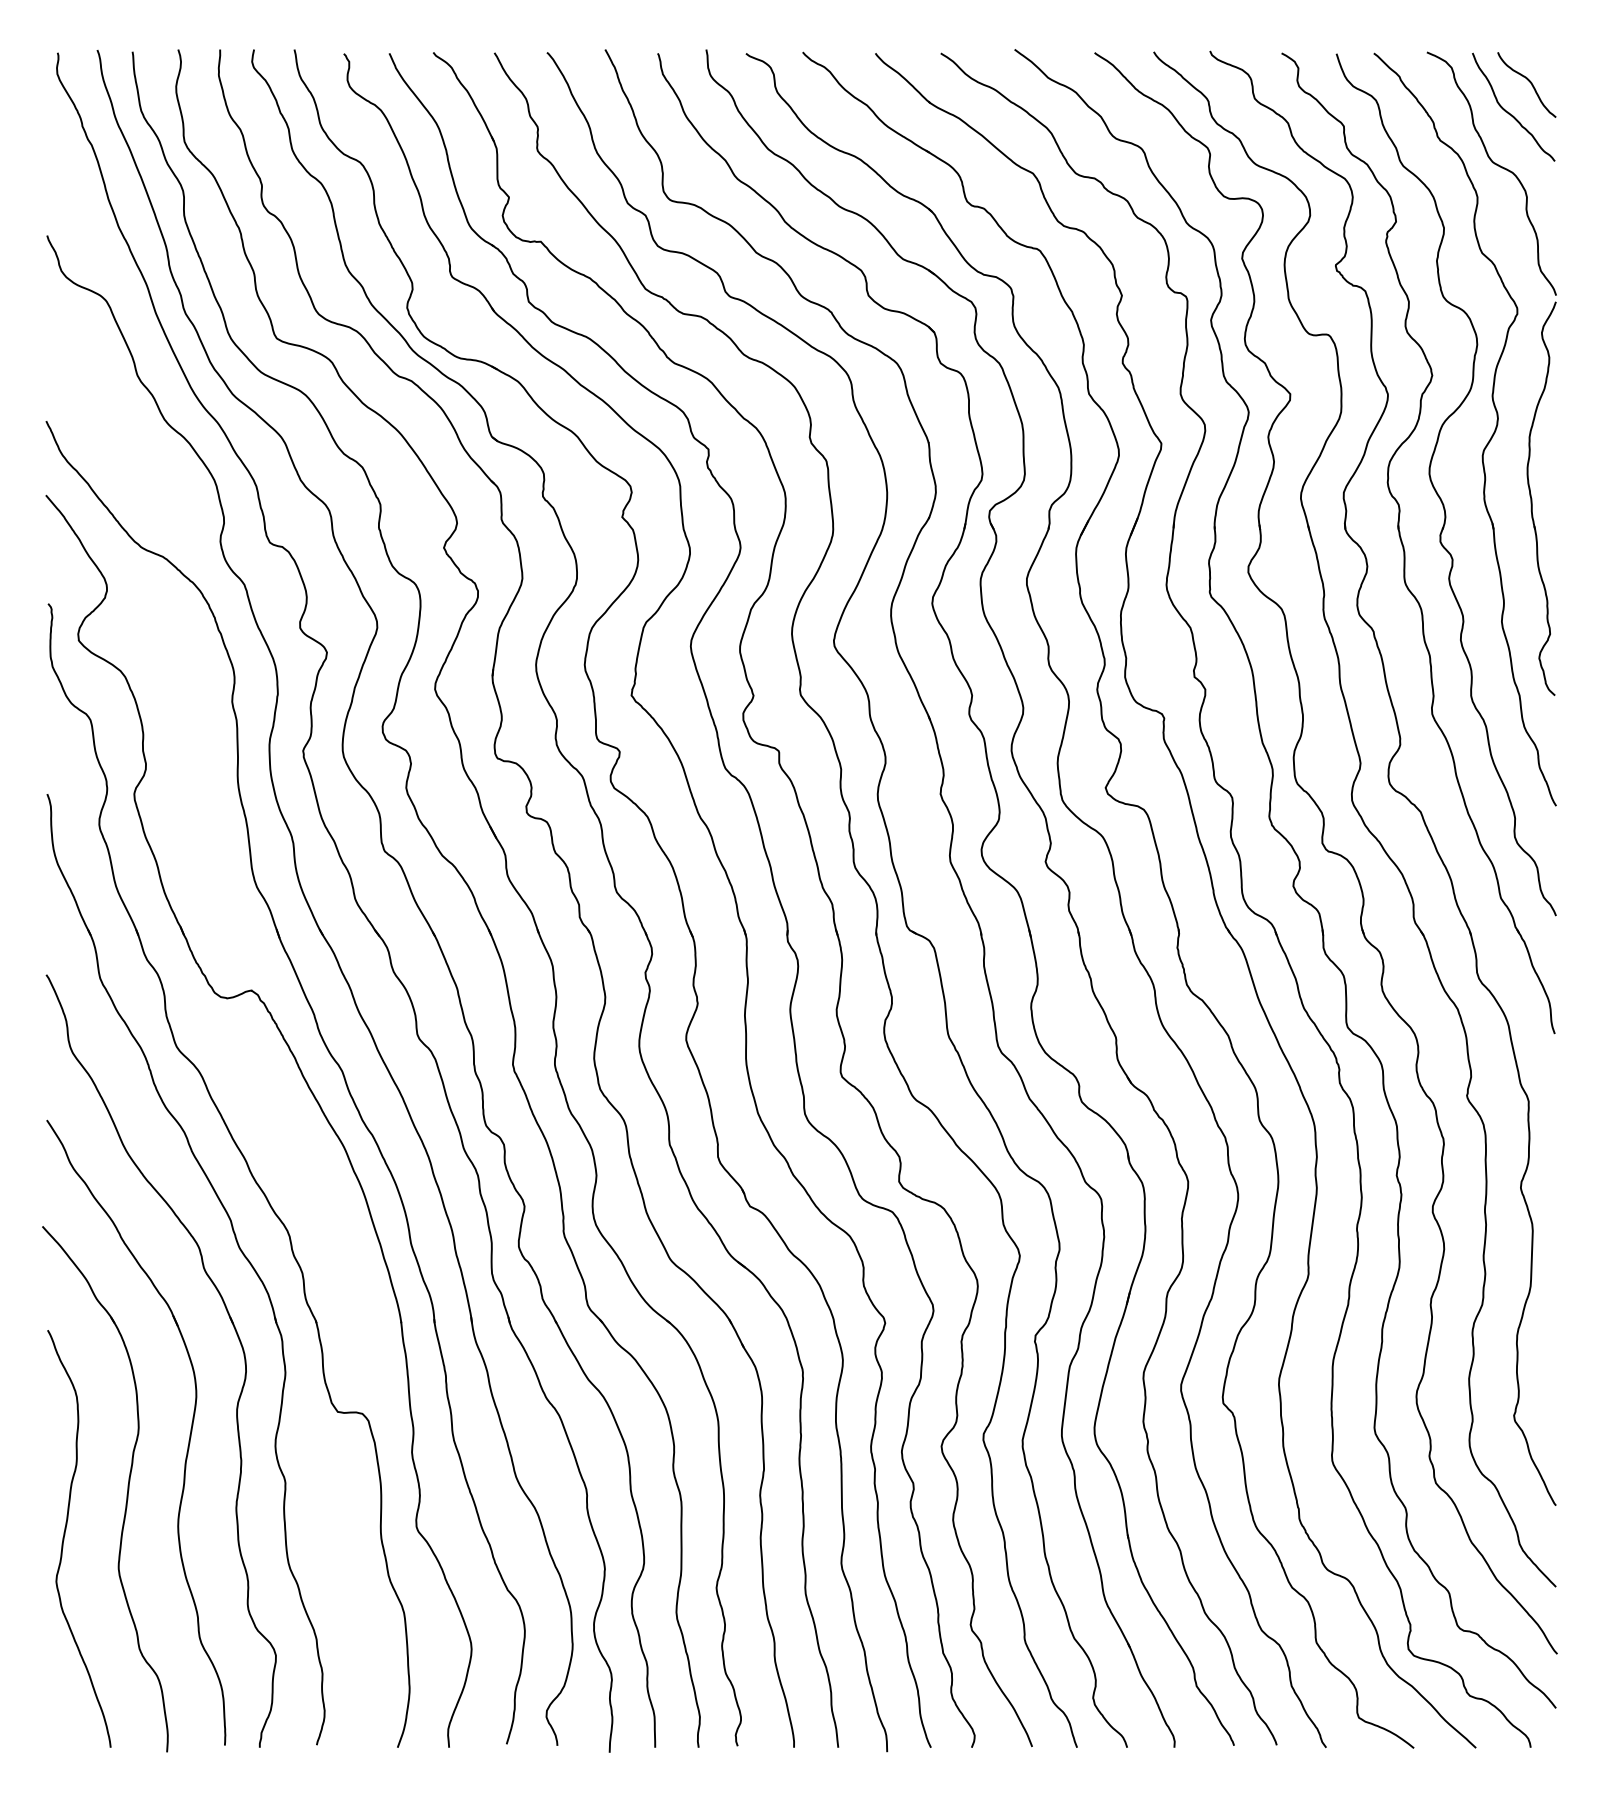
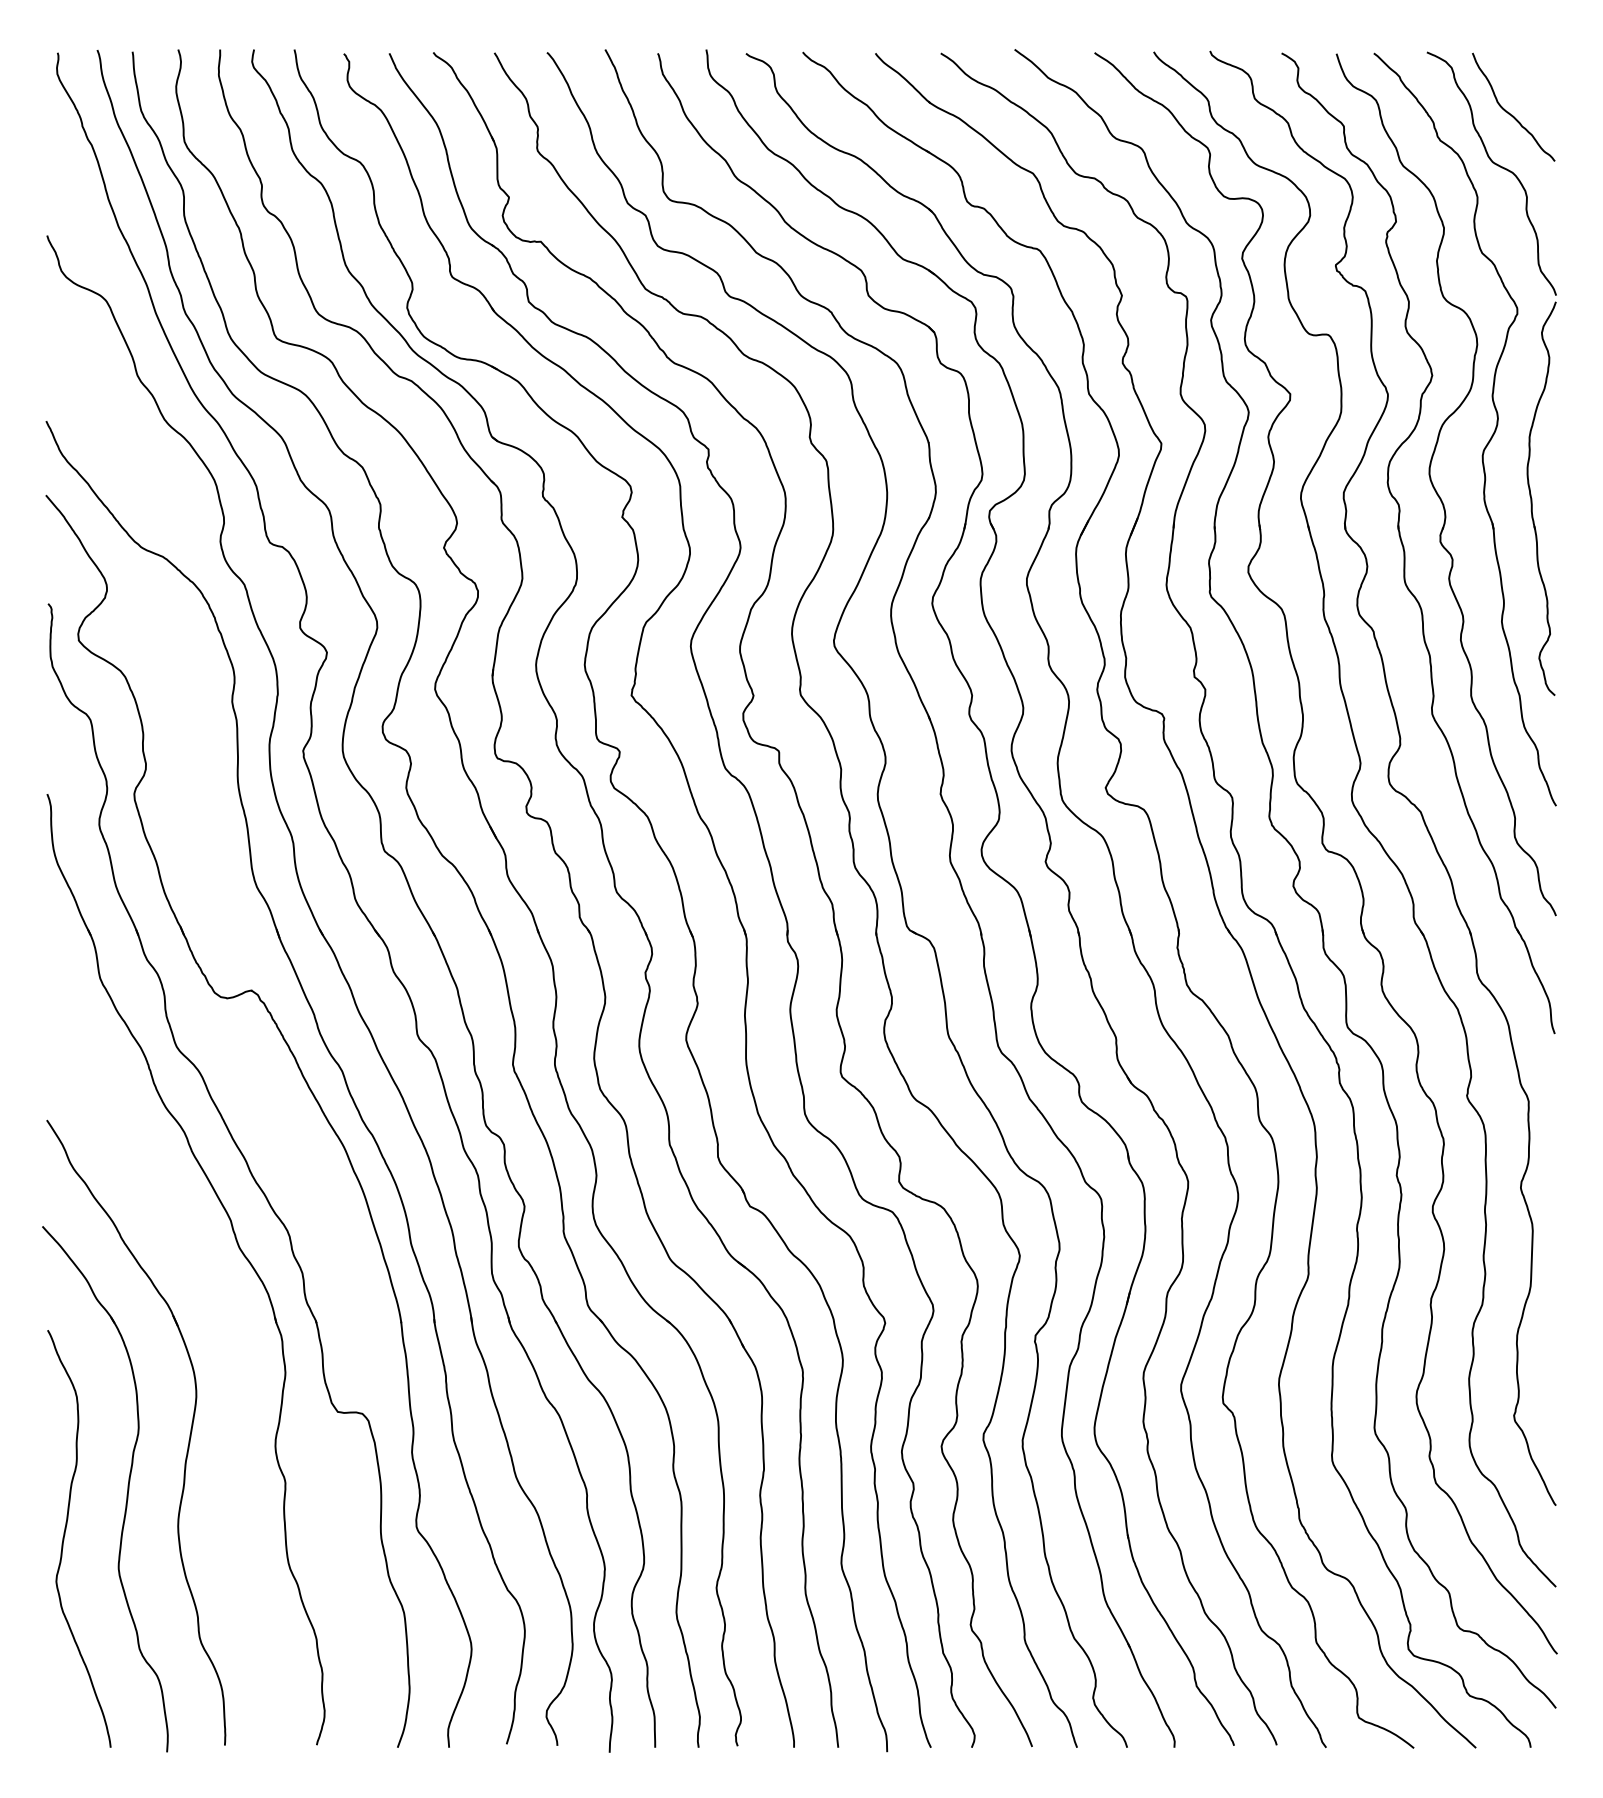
curve at (1528, 81): present -> none
part at (232, 1325): present -> none
